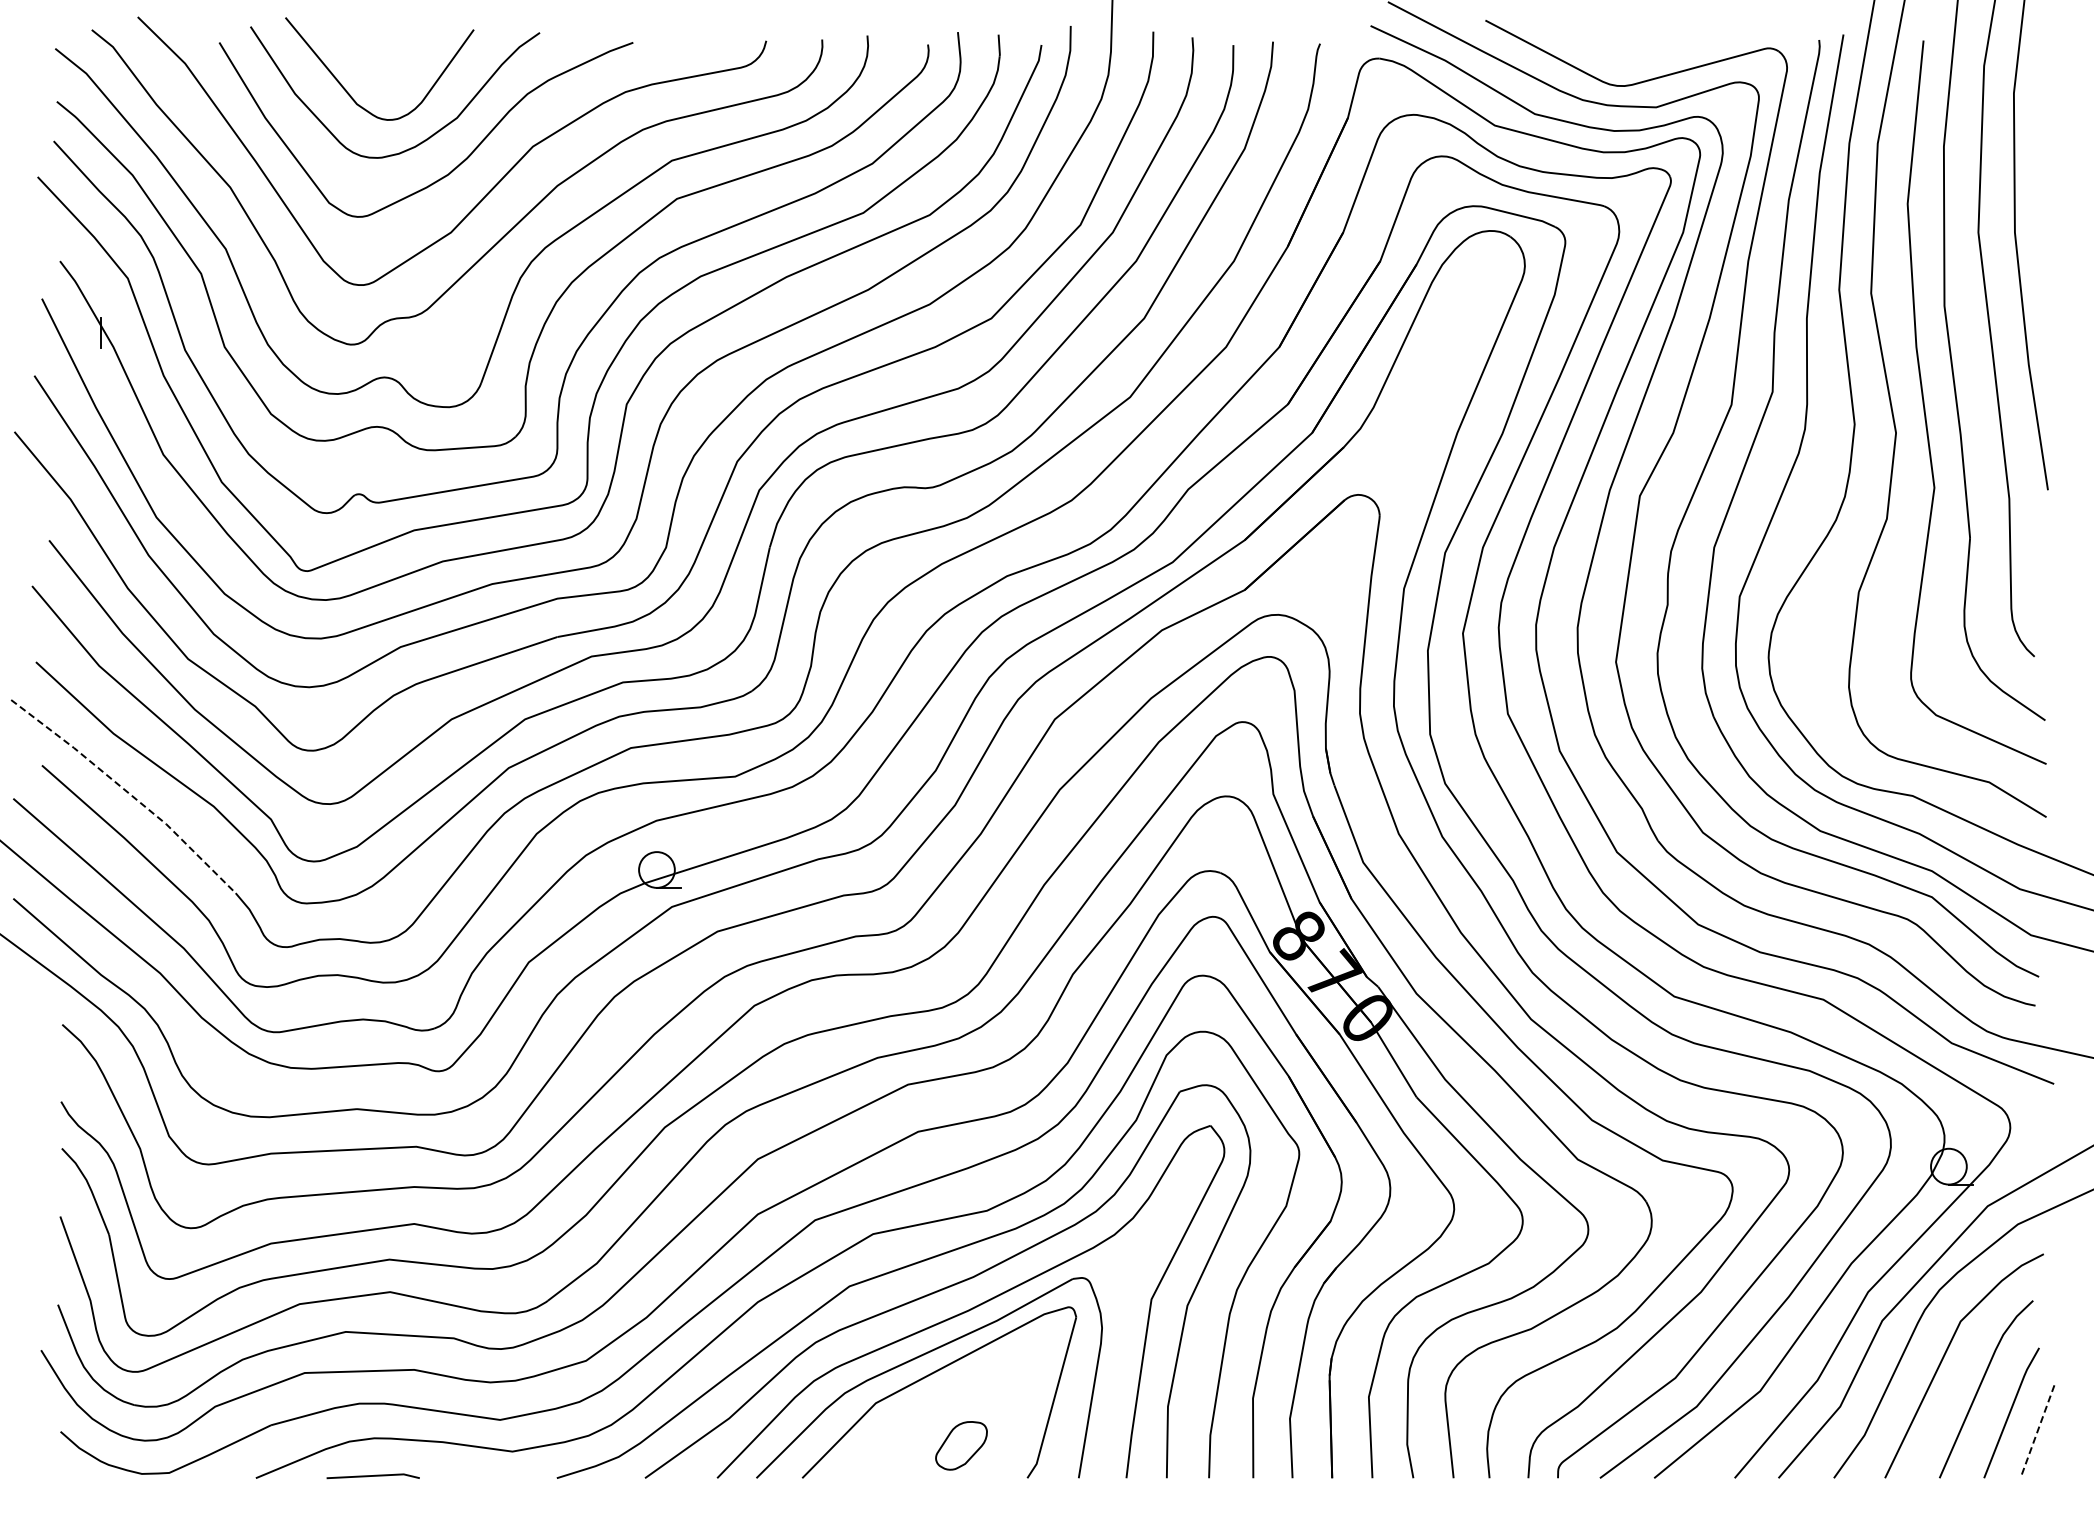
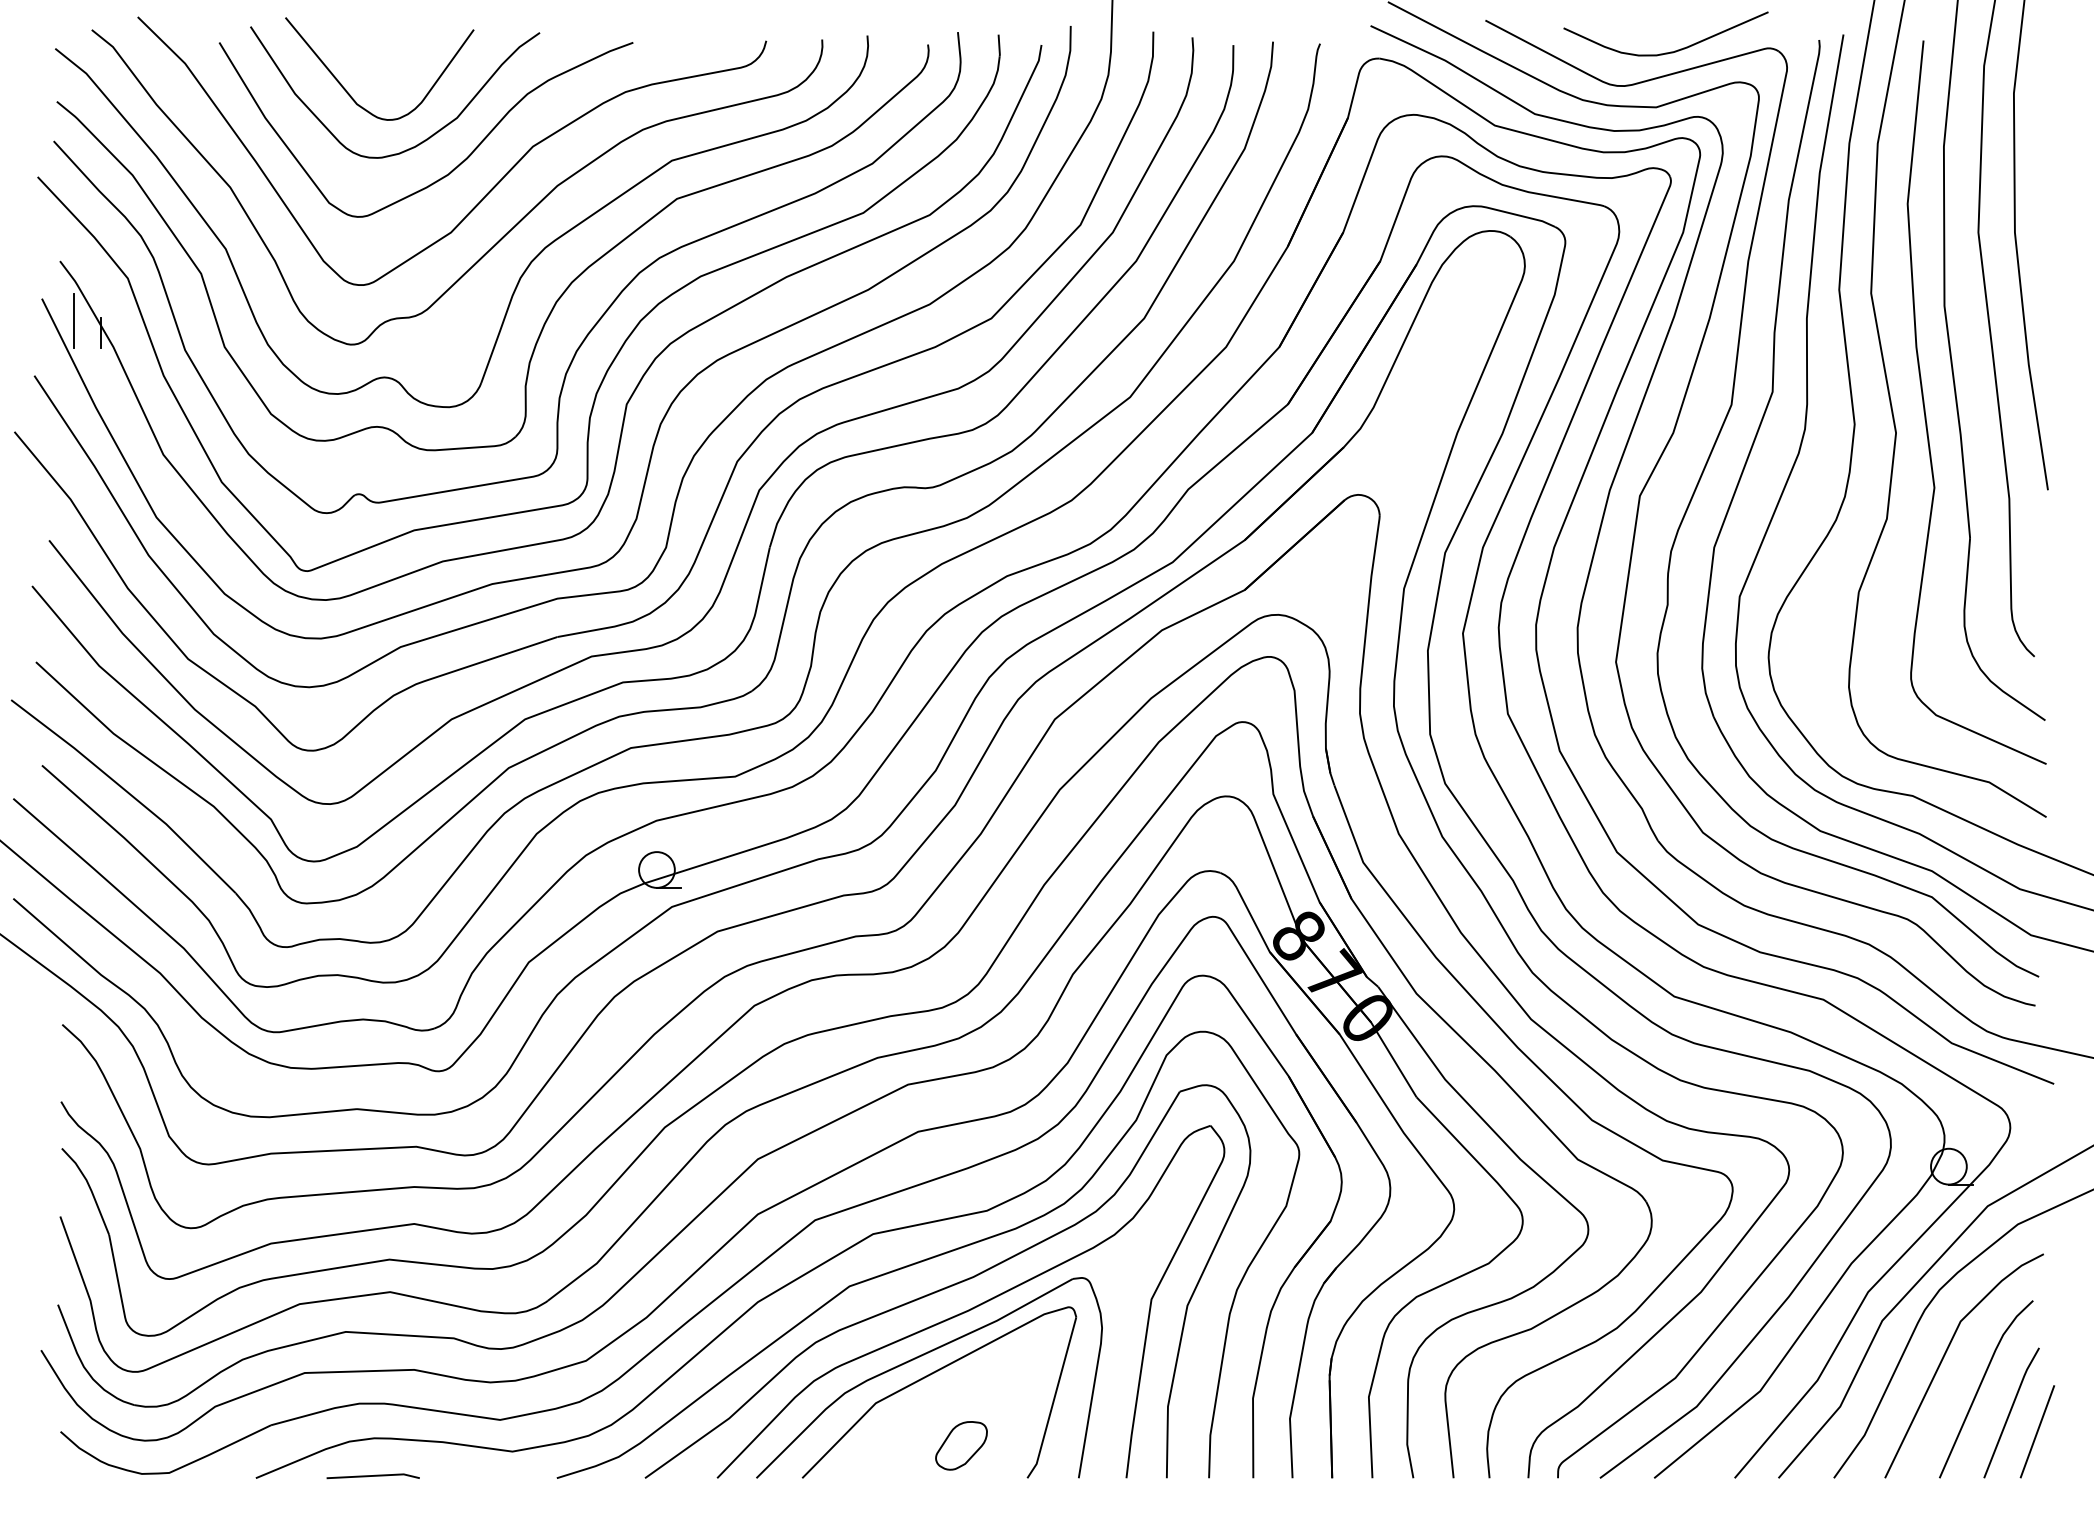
curve at (1670, 51): none -> present
line at (73, 320): none -> present
line at (127, 791): dashed -> solid
line at (2037, 1432): dashed -> solid
